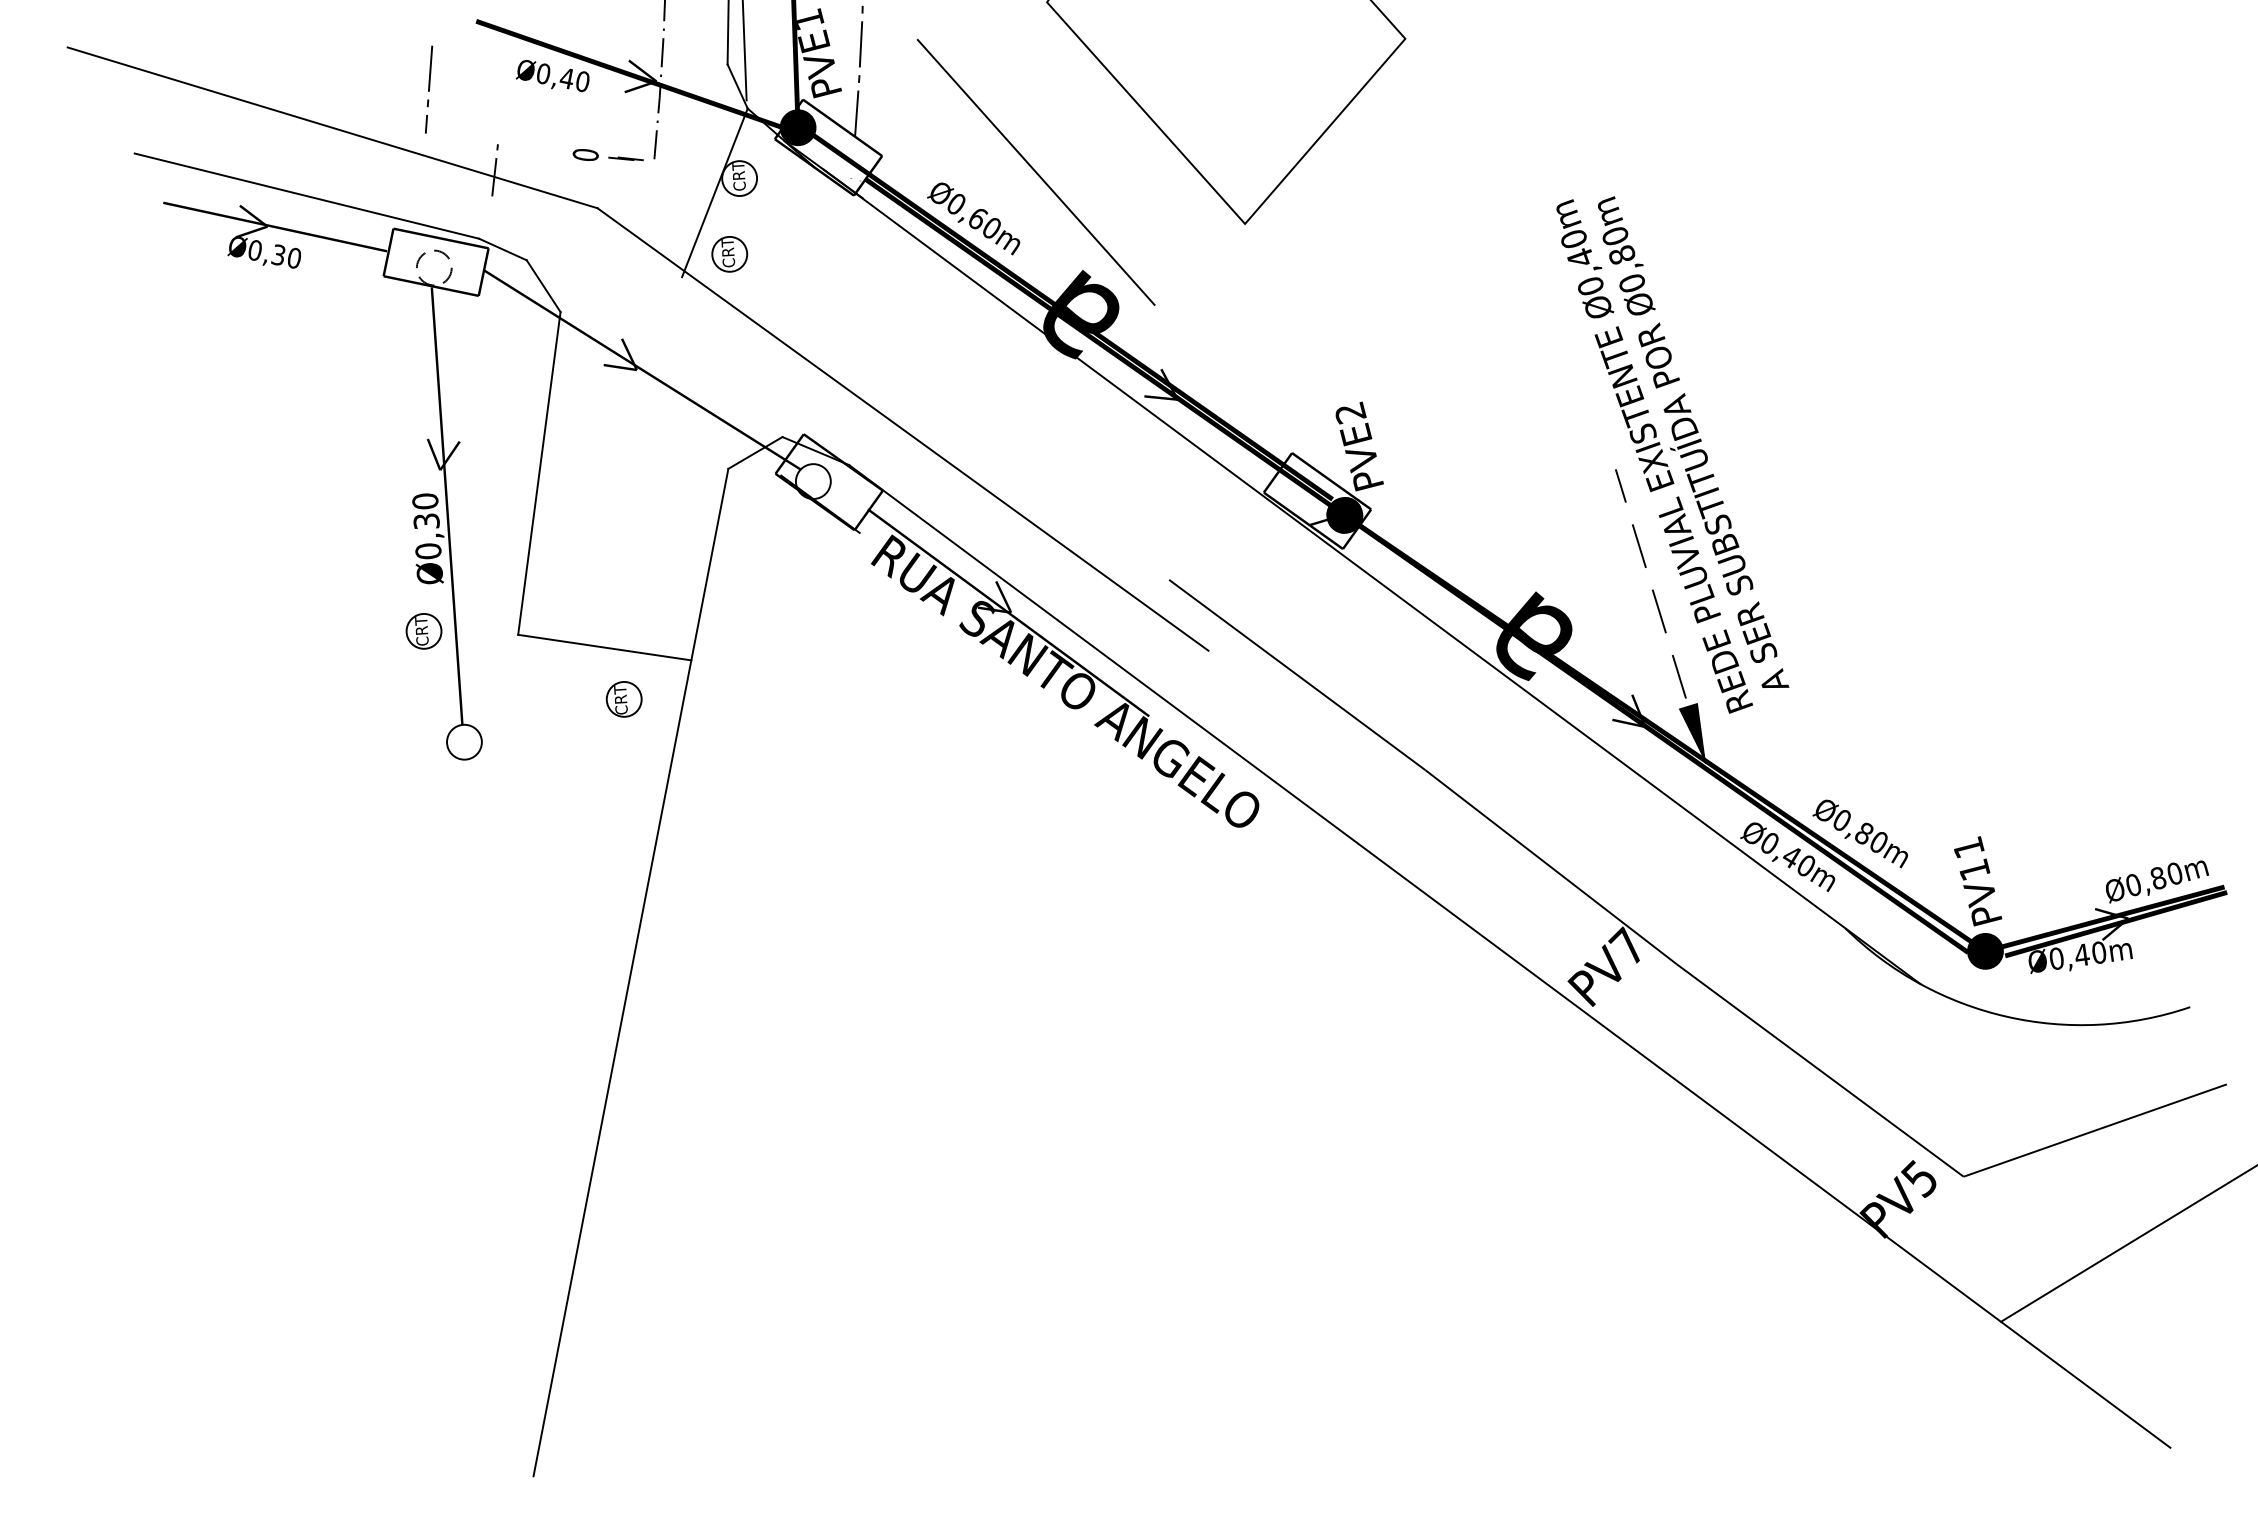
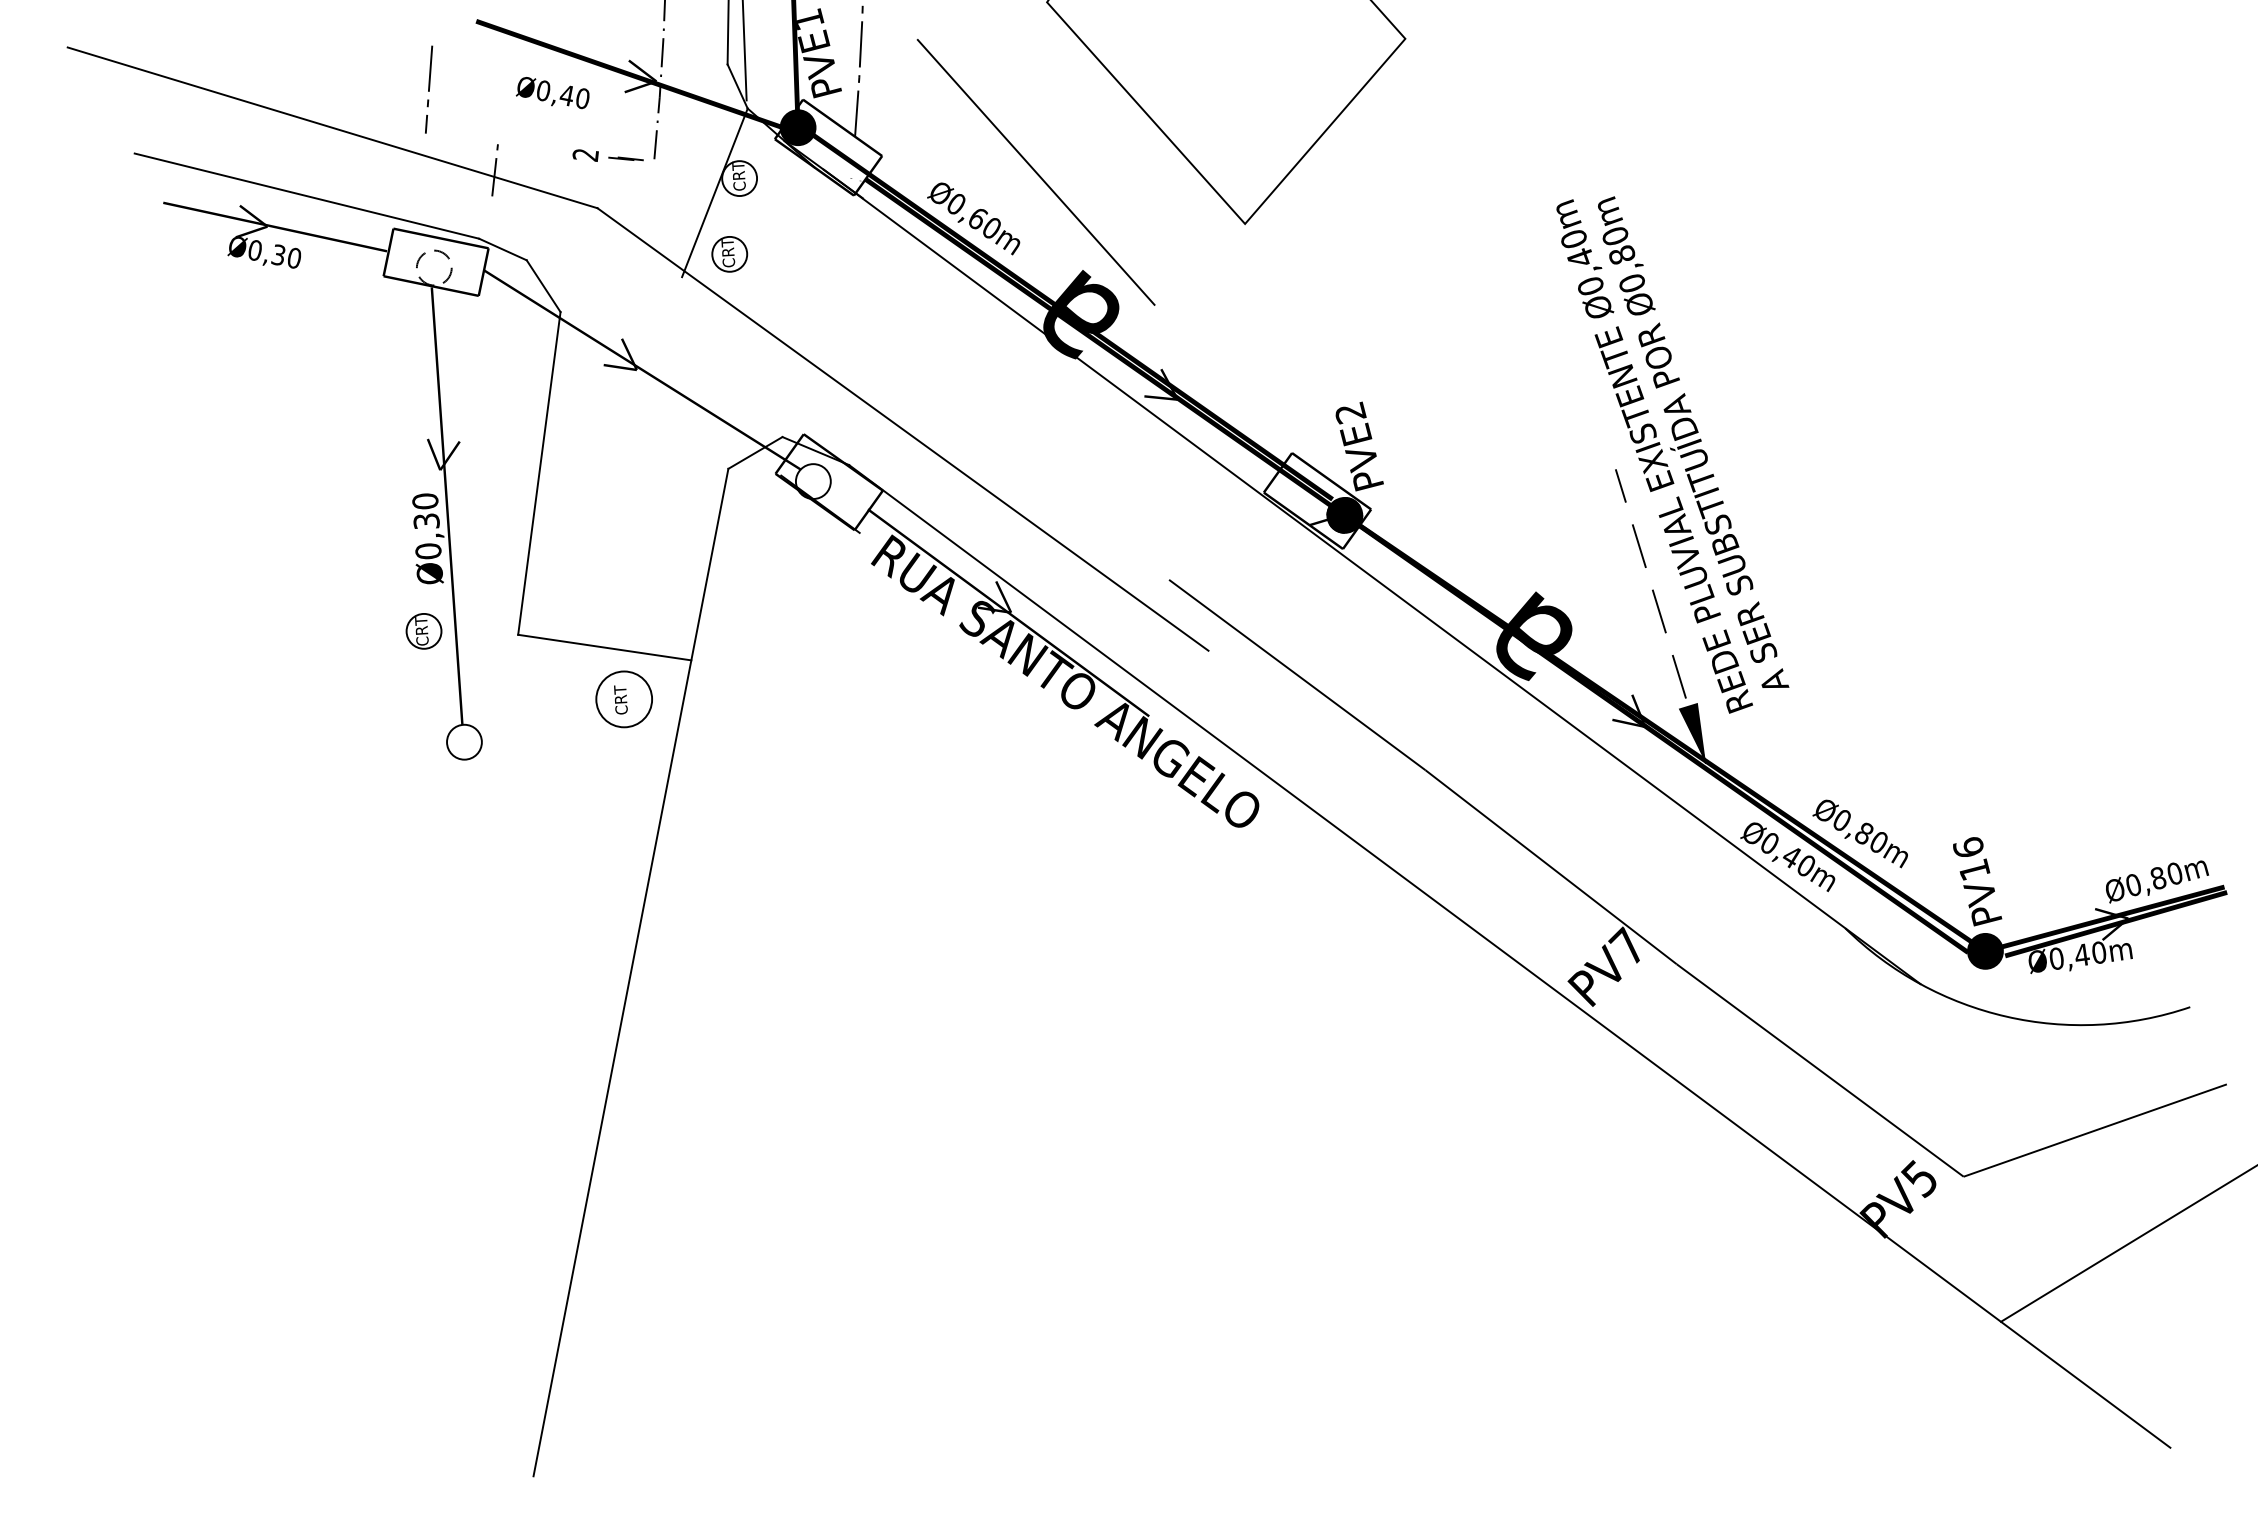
text at (552, 76) position: (552, 76) -> (552, 93)
text at (585, 155): 0 -> 2
circle at (623, 698) diameter: 35 px -> 56 px
text at (1968, 847): PV11 -> PV16
